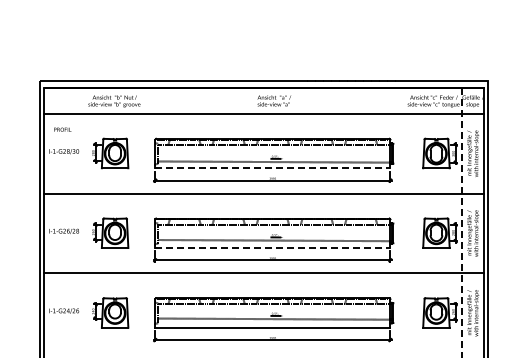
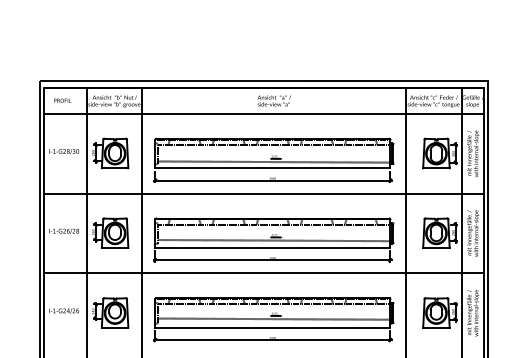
text at (62, 129) position: (62, 129) -> (62, 100)
line at (272, 168): dashed -> solid
line at (86, 221): none -> present
line at (142, 221): none -> present
line at (405, 221): none -> present
line at (461, 222): dashed -> solid
line at (272, 247): dashed -> solid
